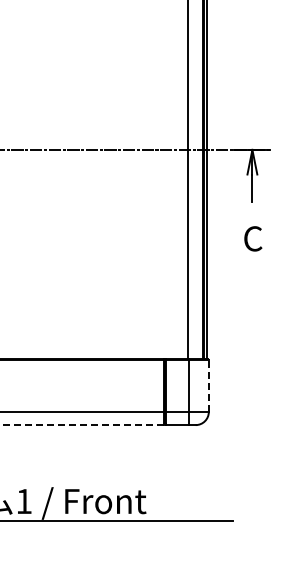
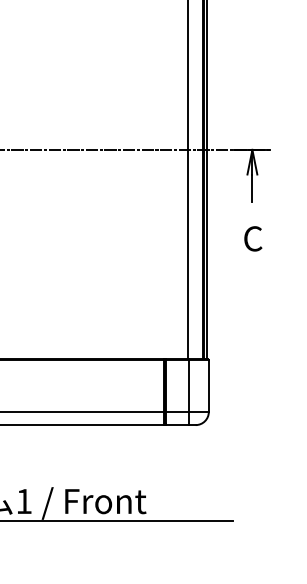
line at (208, 386): dashed -> solid
line at (82, 425): dashed -> solid
